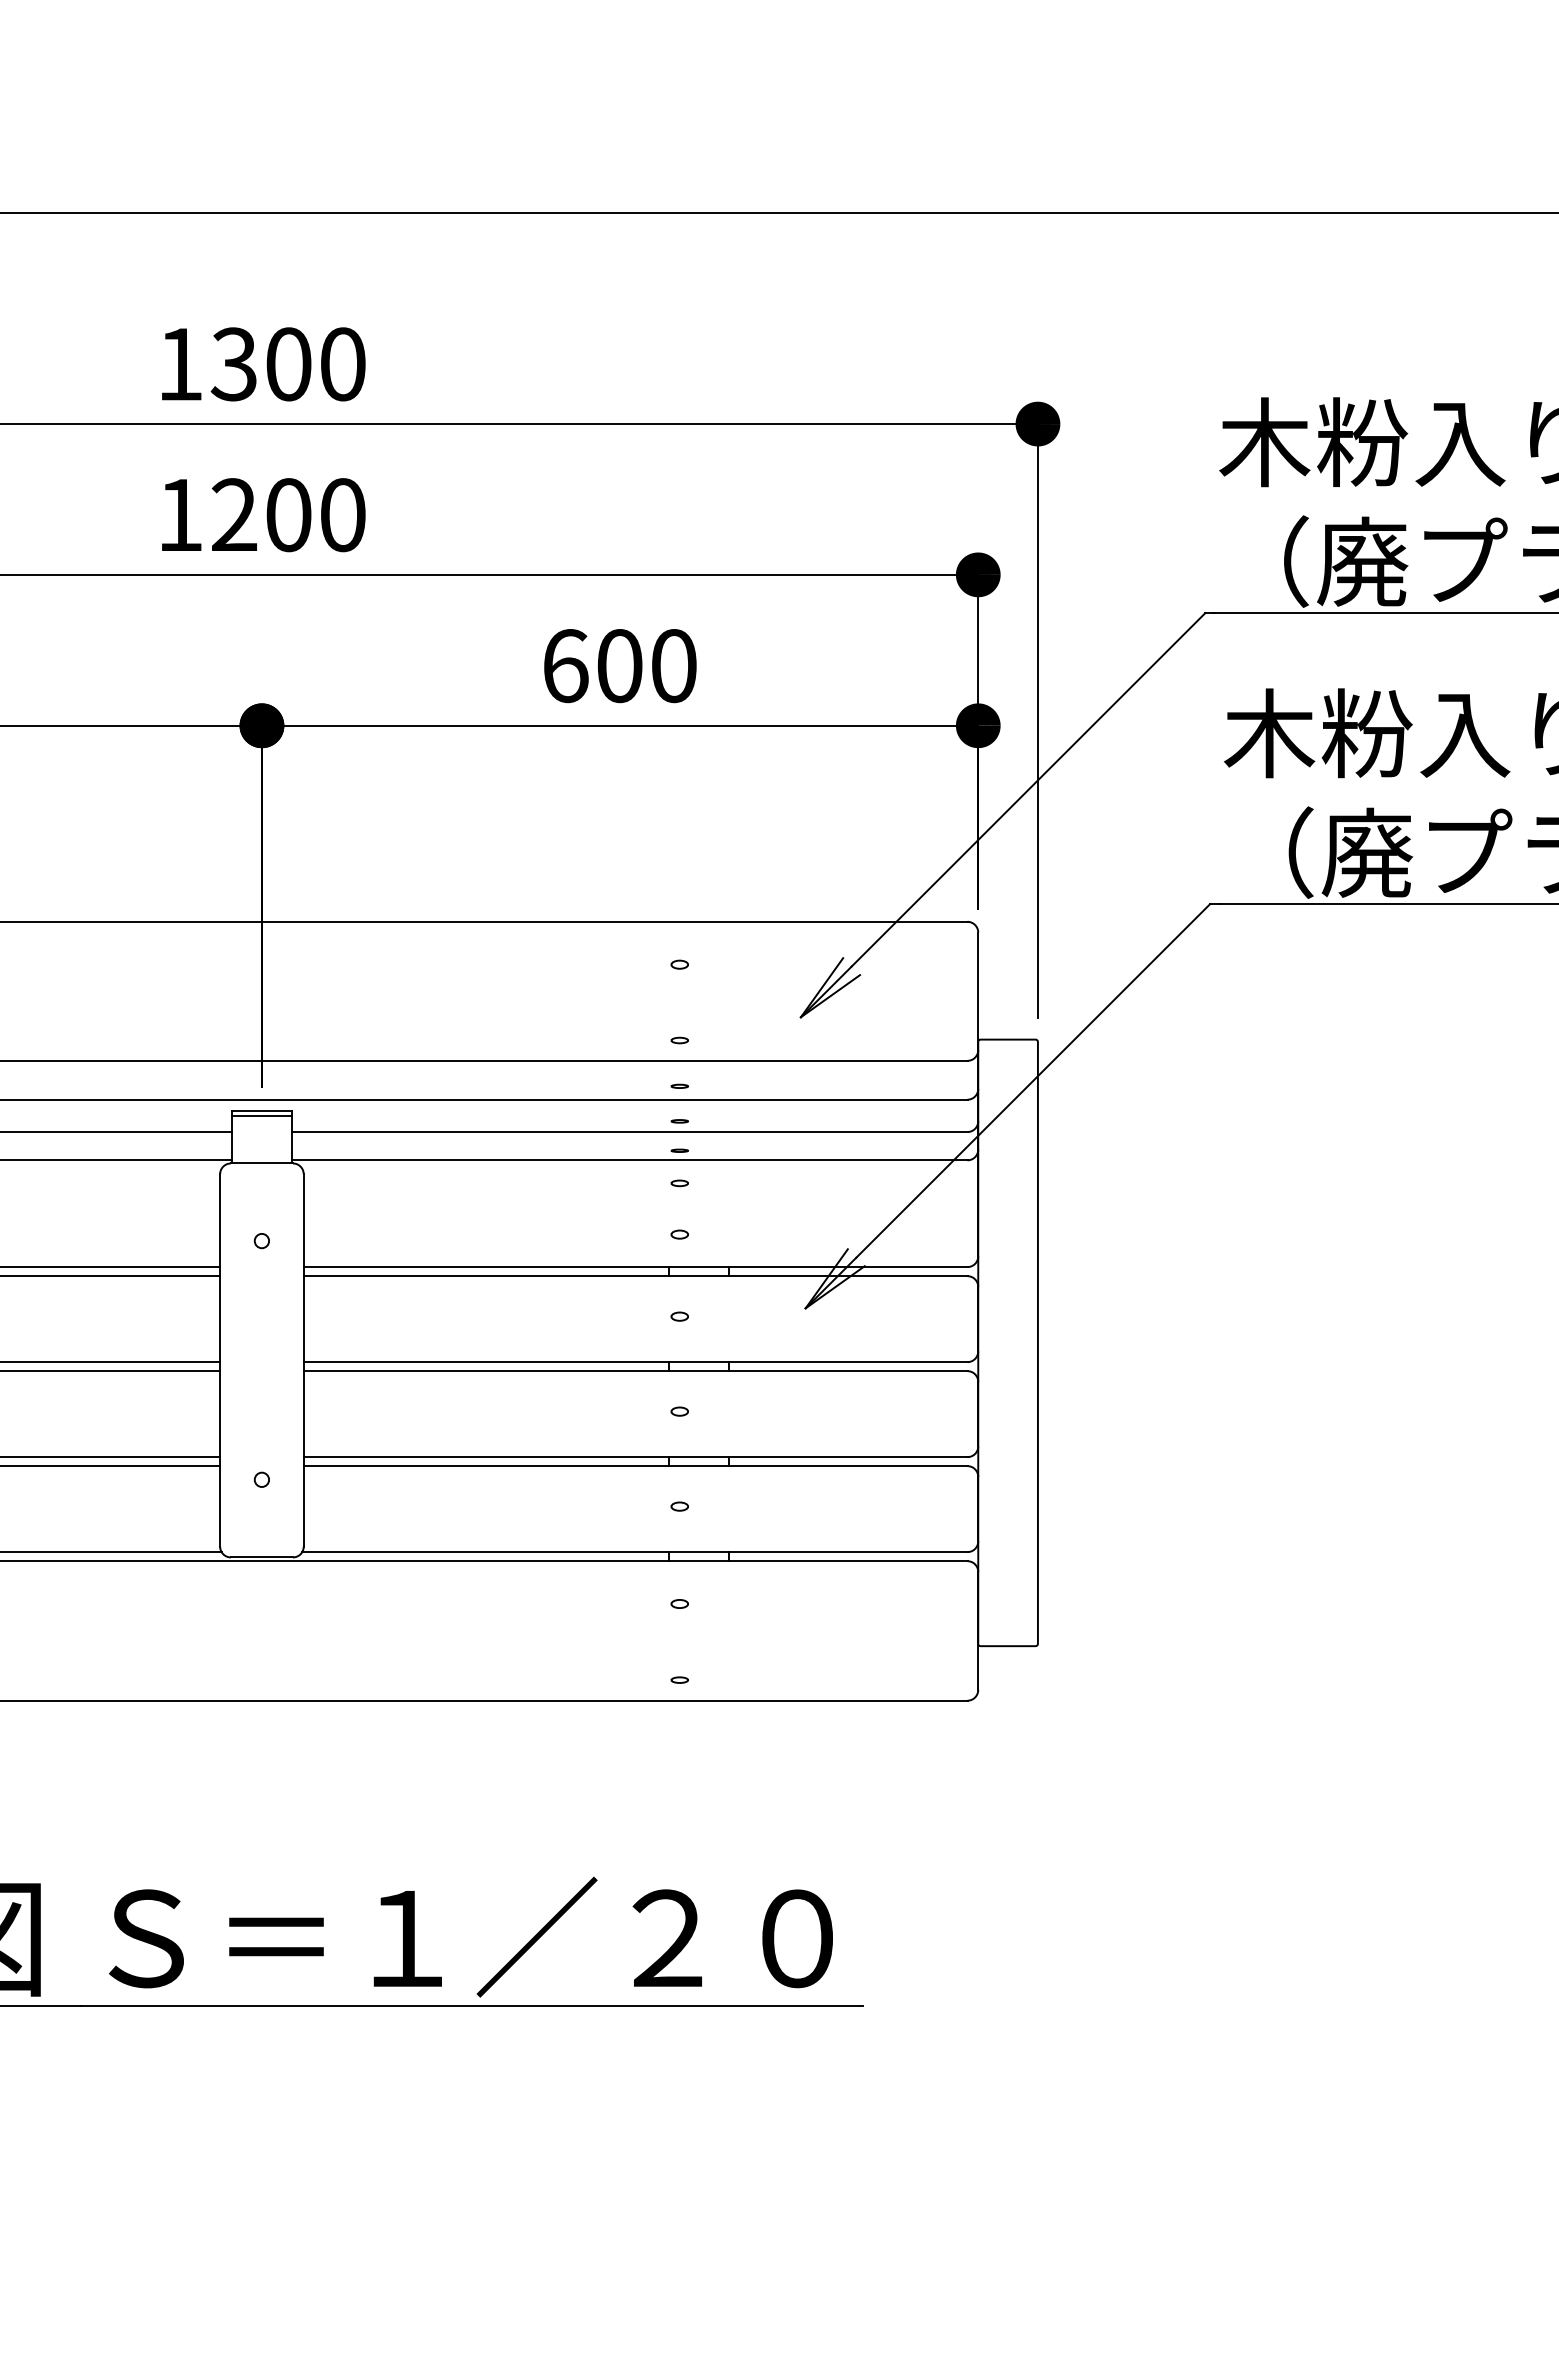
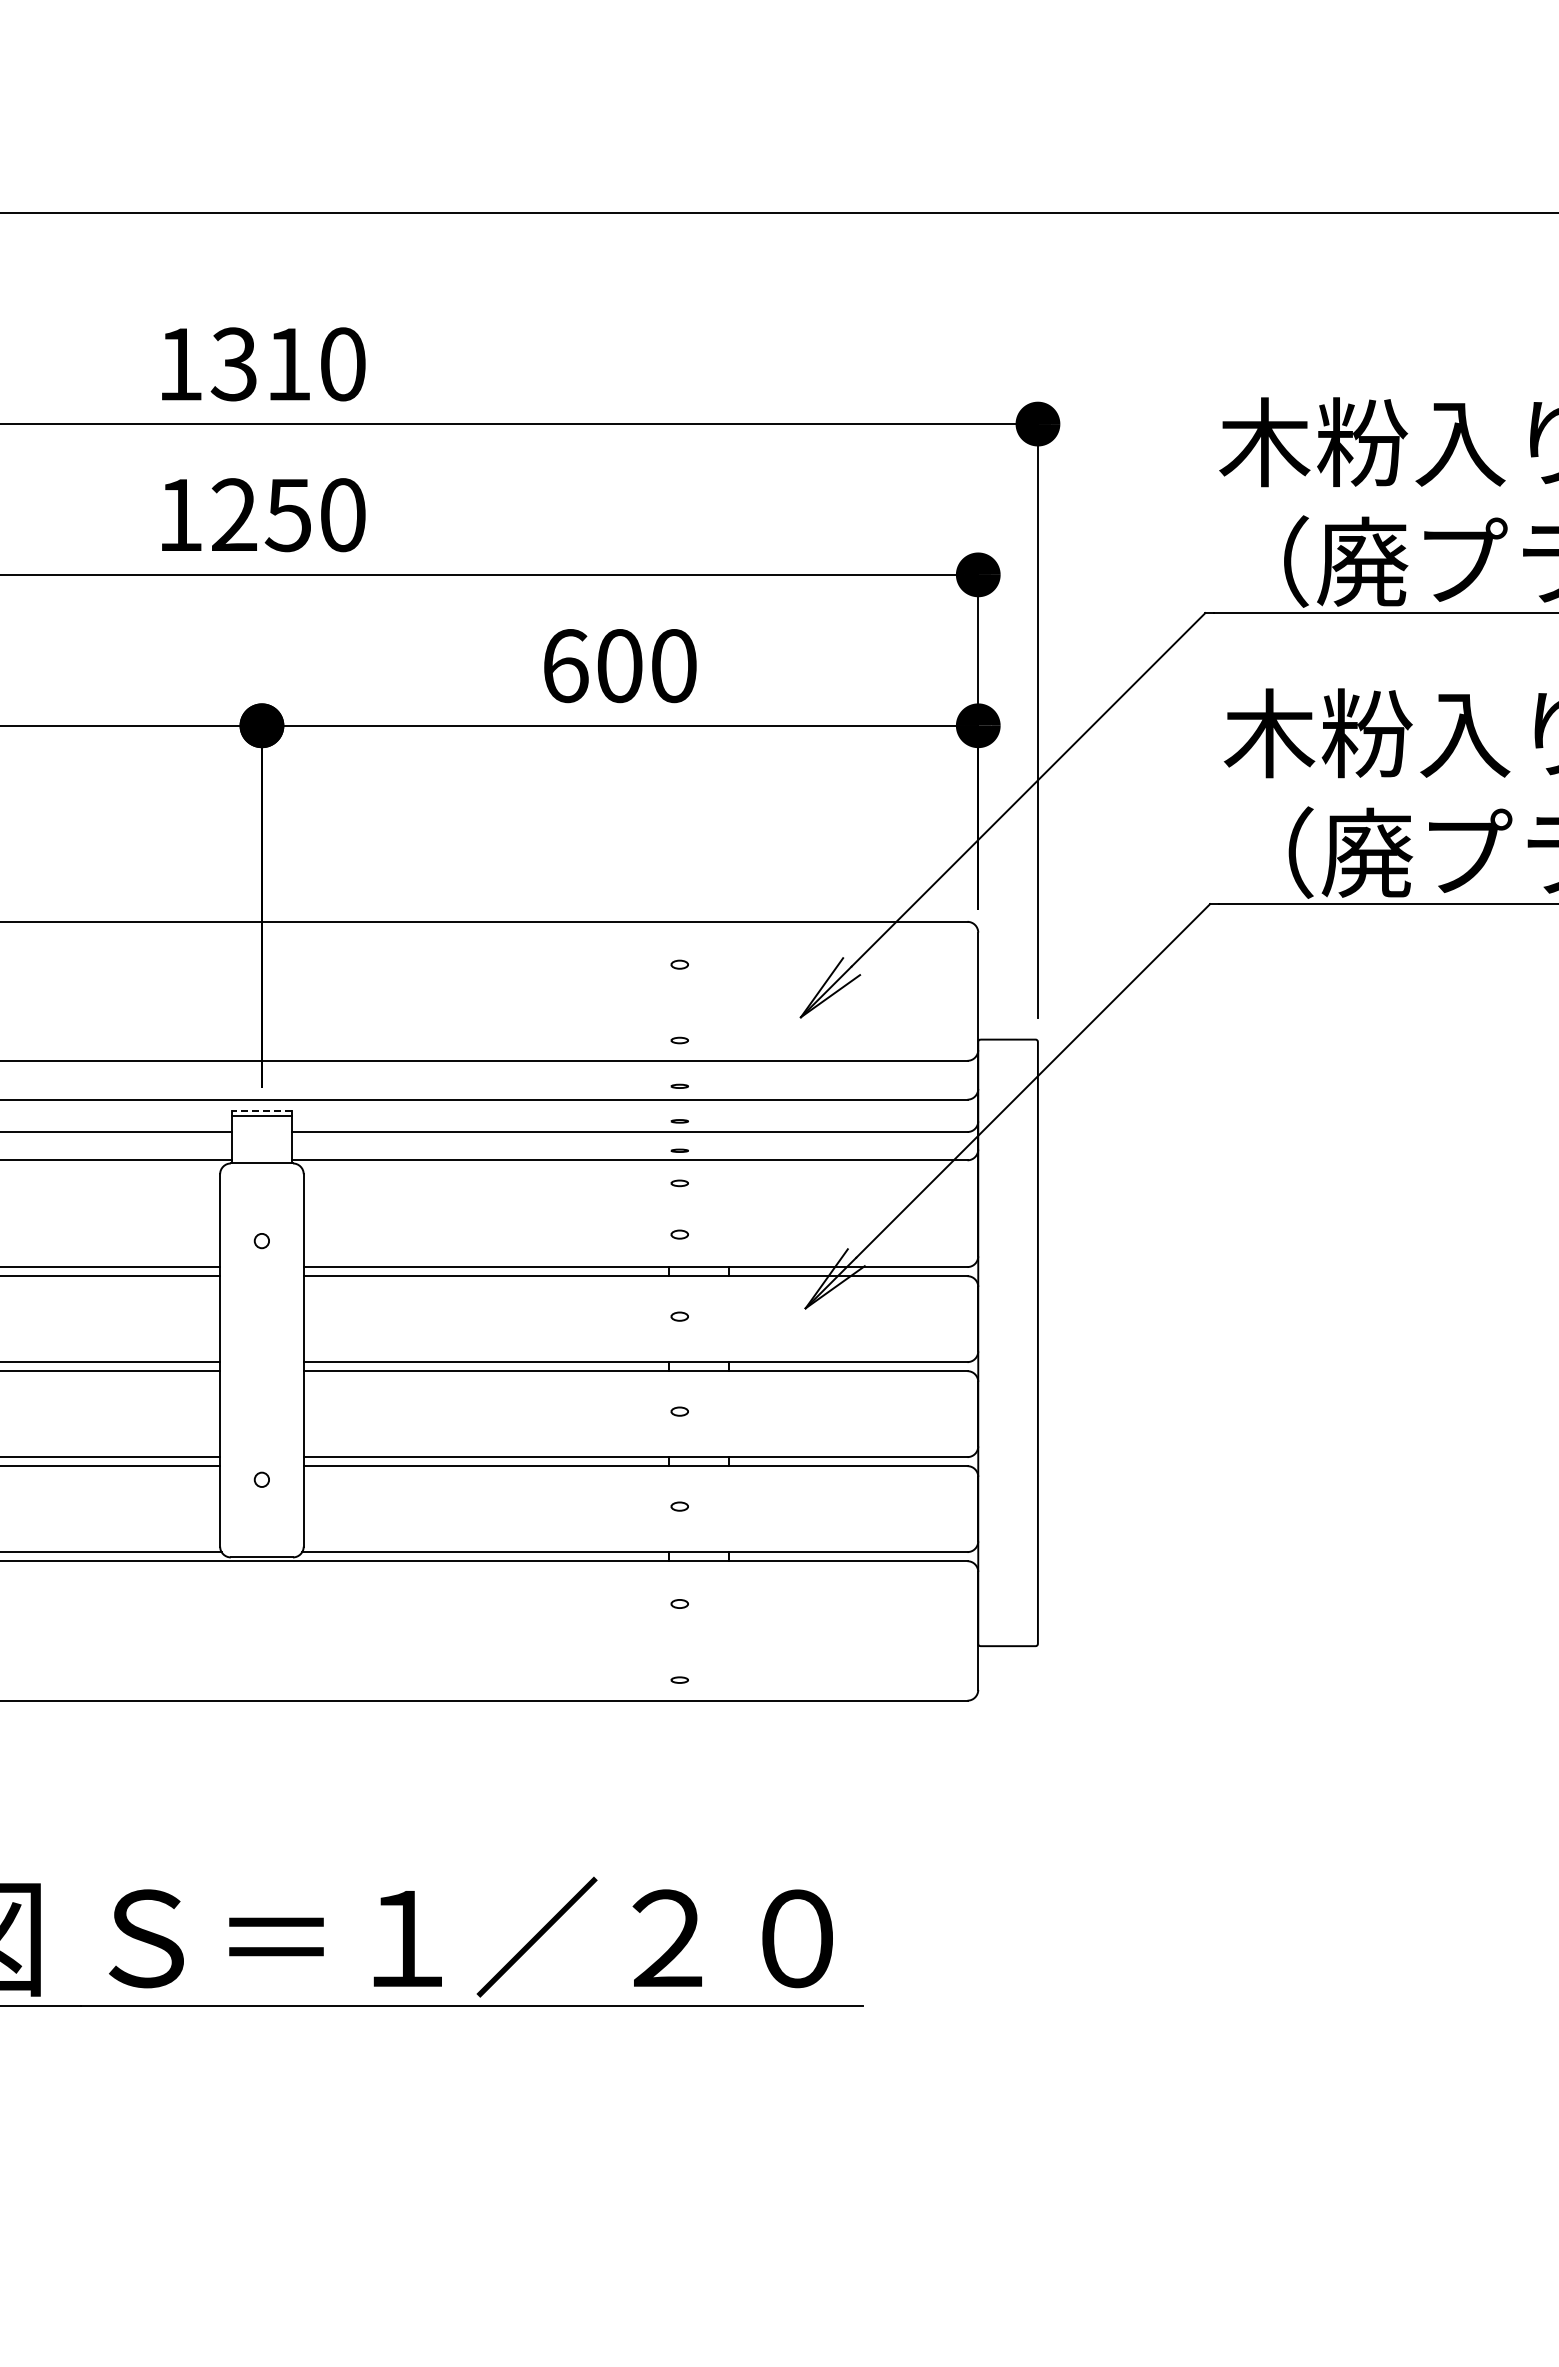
text at (288, 364): 1300 -> 1310
text at (287, 515): 1200 -> 1250
line at (261, 1111): solid -> dashed
